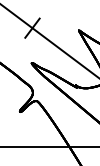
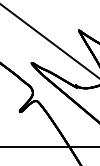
line at (32, 27): present -> none
